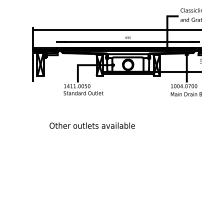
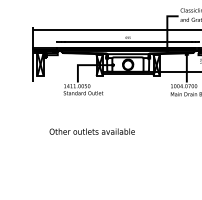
text at (91, 125) position: (91, 125) -> (91, 131)
